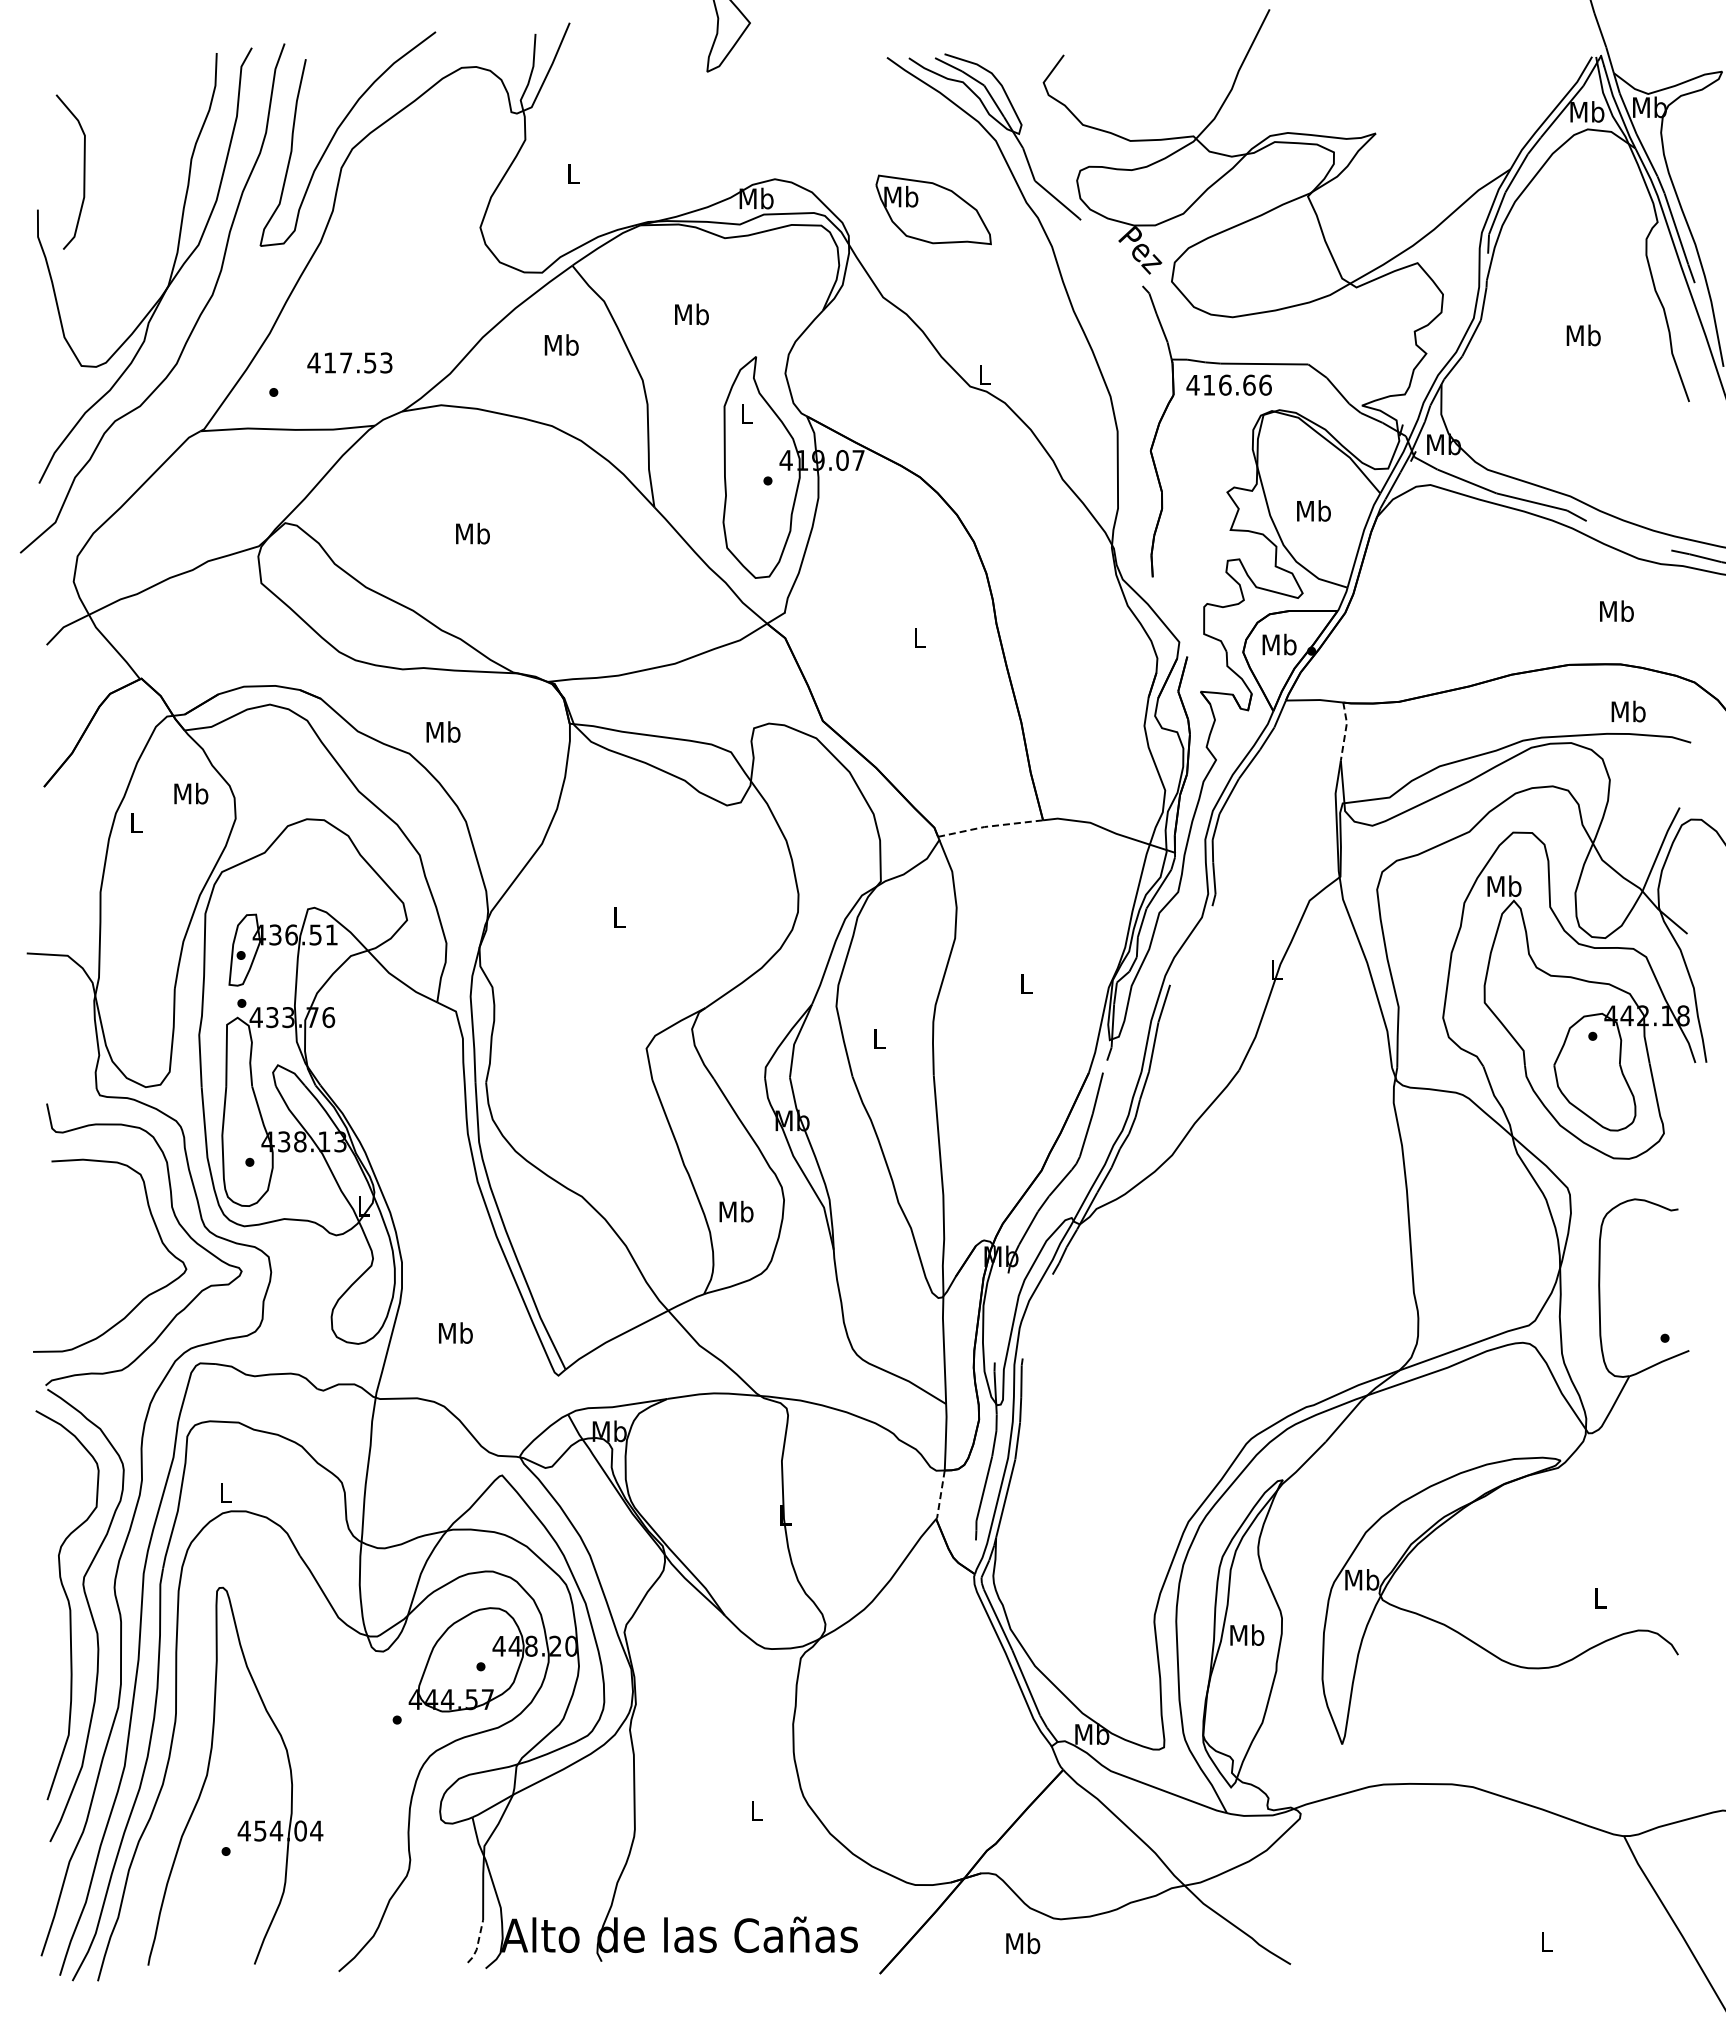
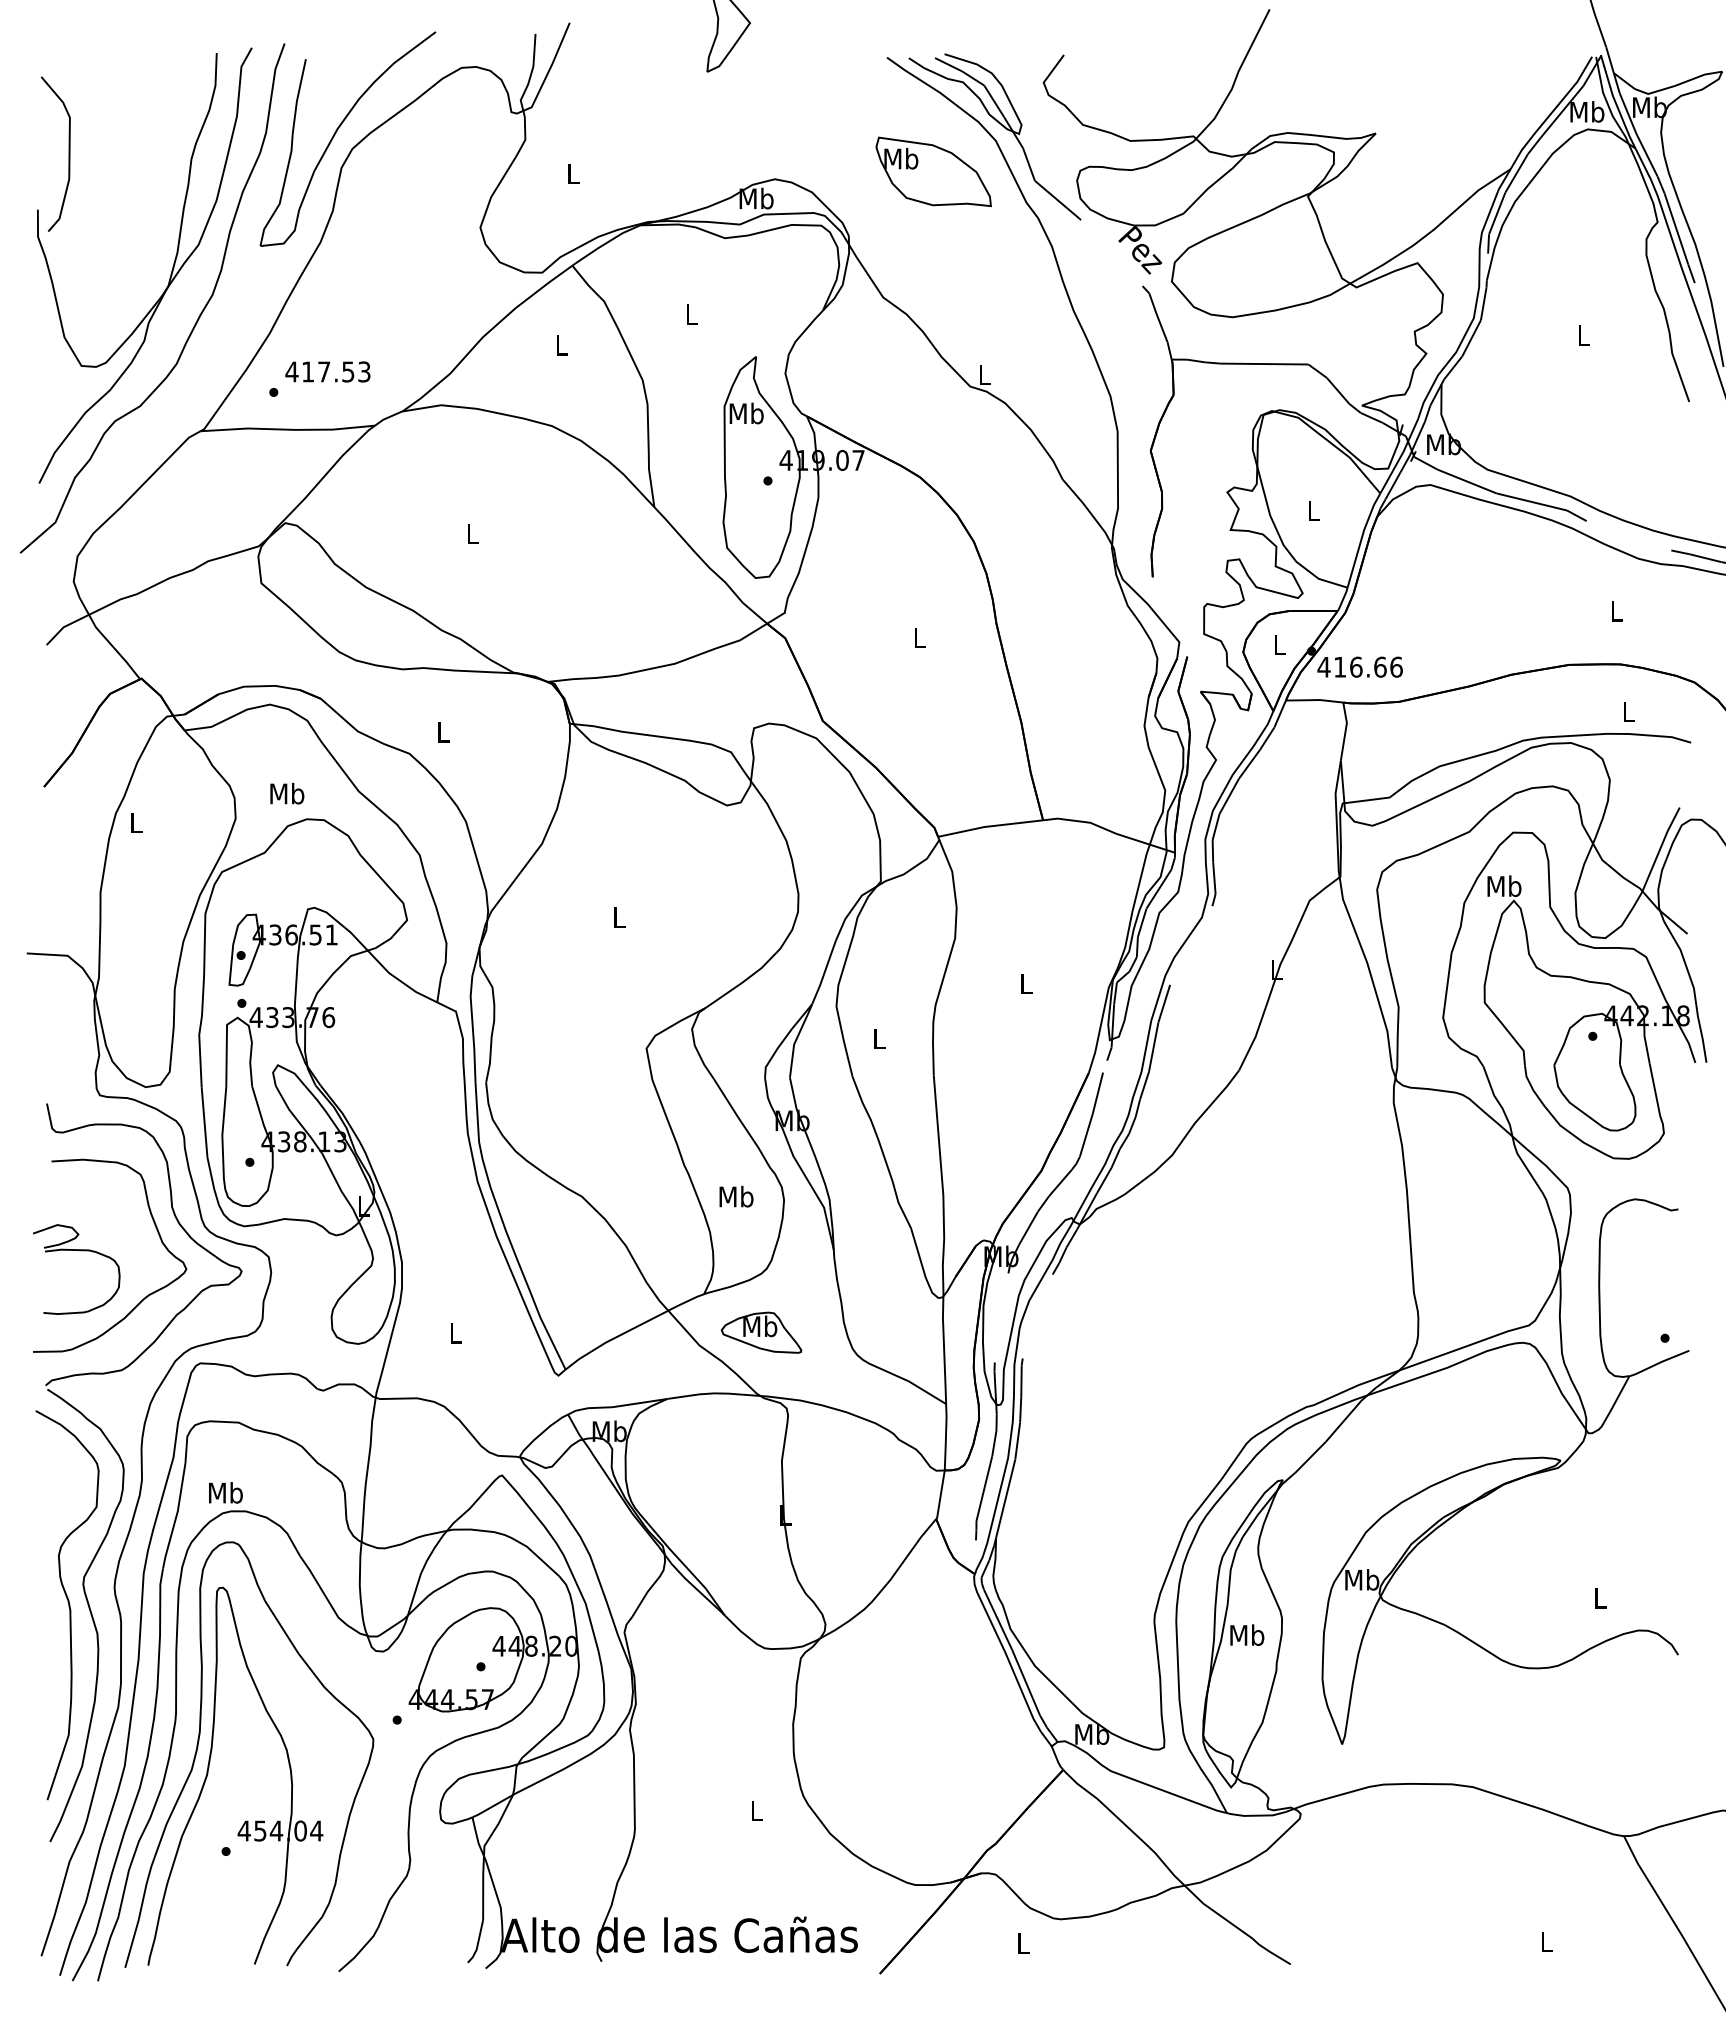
curve at (83, 171) position: (83, 171) -> (68, 153)
part at (933, 209) position: (933, 209) -> (933, 171)
text at (691, 314): Mb -> L
text at (1583, 335): Mb -> L
text at (561, 344): Mb -> L
text at (349, 362) position: (349, 362) -> (327, 371)
text at (1228, 384) position: (1228, 384) -> (1359, 666)
text at (746, 413): L -> Mb
text at (1313, 510): Mb -> L
text at (472, 533): Mb -> L
text at (1616, 611): Mb -> L
text at (1279, 644): Mb -> L
text at (1628, 711): Mb -> L
text at (443, 731): Mb -> L
line at (1345, 731): dashed -> solid
text at (191, 793) position: (191, 793) -> (287, 793)
line at (990, 826): dashed -> solid
text at (736, 1211) position: (736, 1211) -> (736, 1196)
part at (80, 1251): none -> present
text at (455, 1332): Mb -> L
part at (761, 1332): none -> present
text at (225, 1492): L -> Mb
line at (940, 1495): dashed -> solid
curve at (198, 1747): none -> present
text at (1023, 1943): Mb -> L
line at (477, 1944): dashed -> solid
